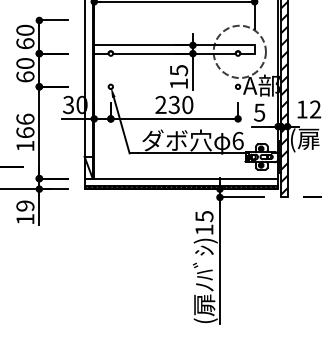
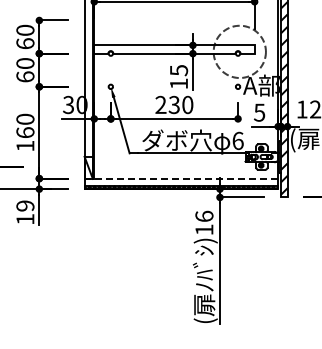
text at (25, 118): 166 -> 160
line at (181, 178): solid -> dashed
text at (204, 216): )15 -> )16
